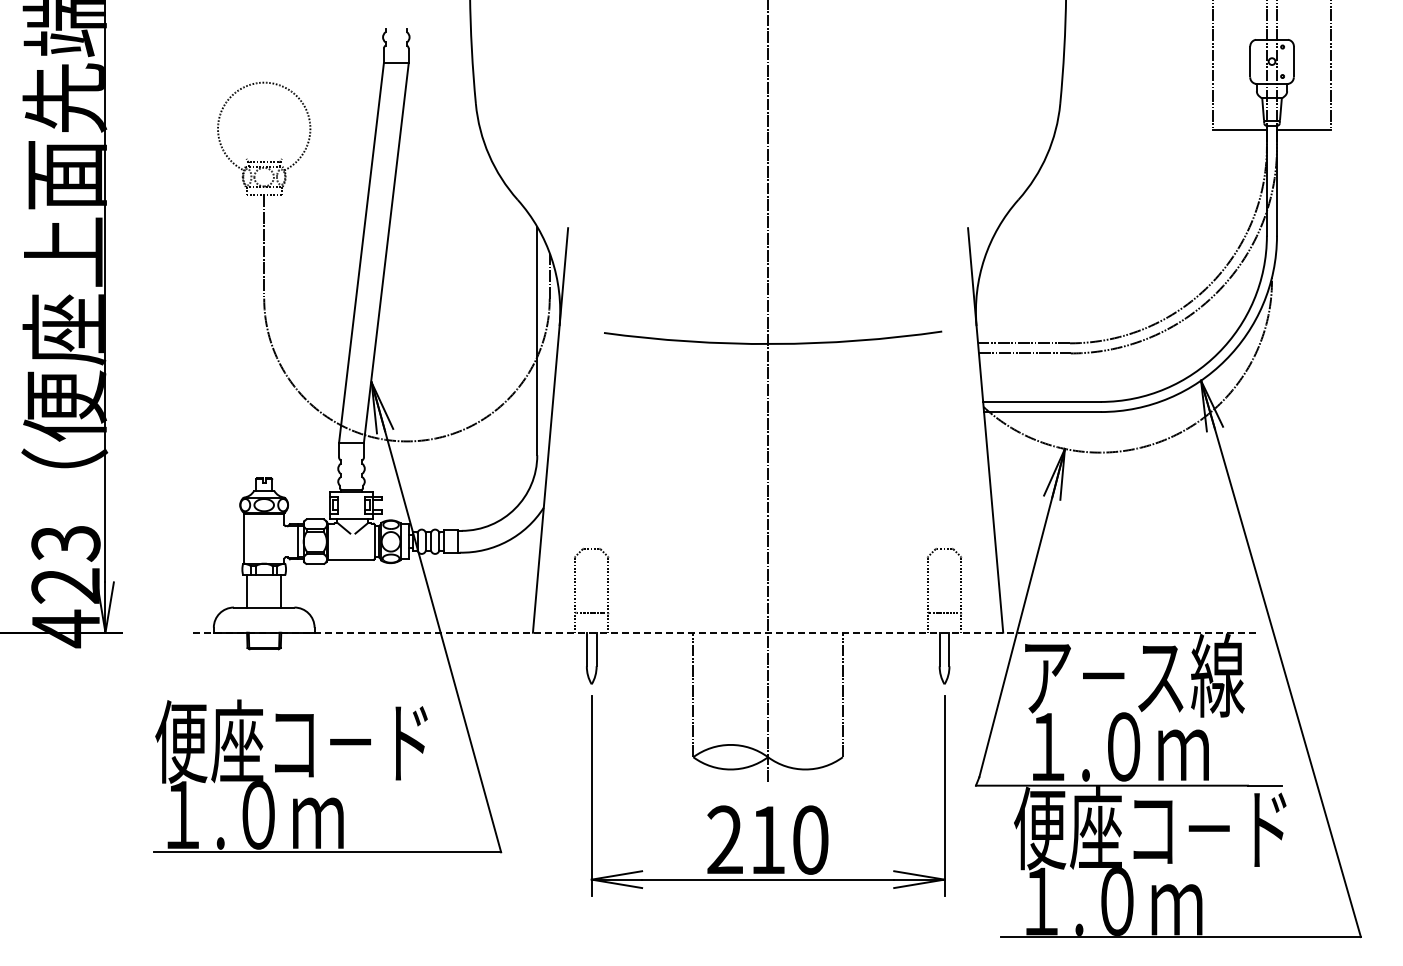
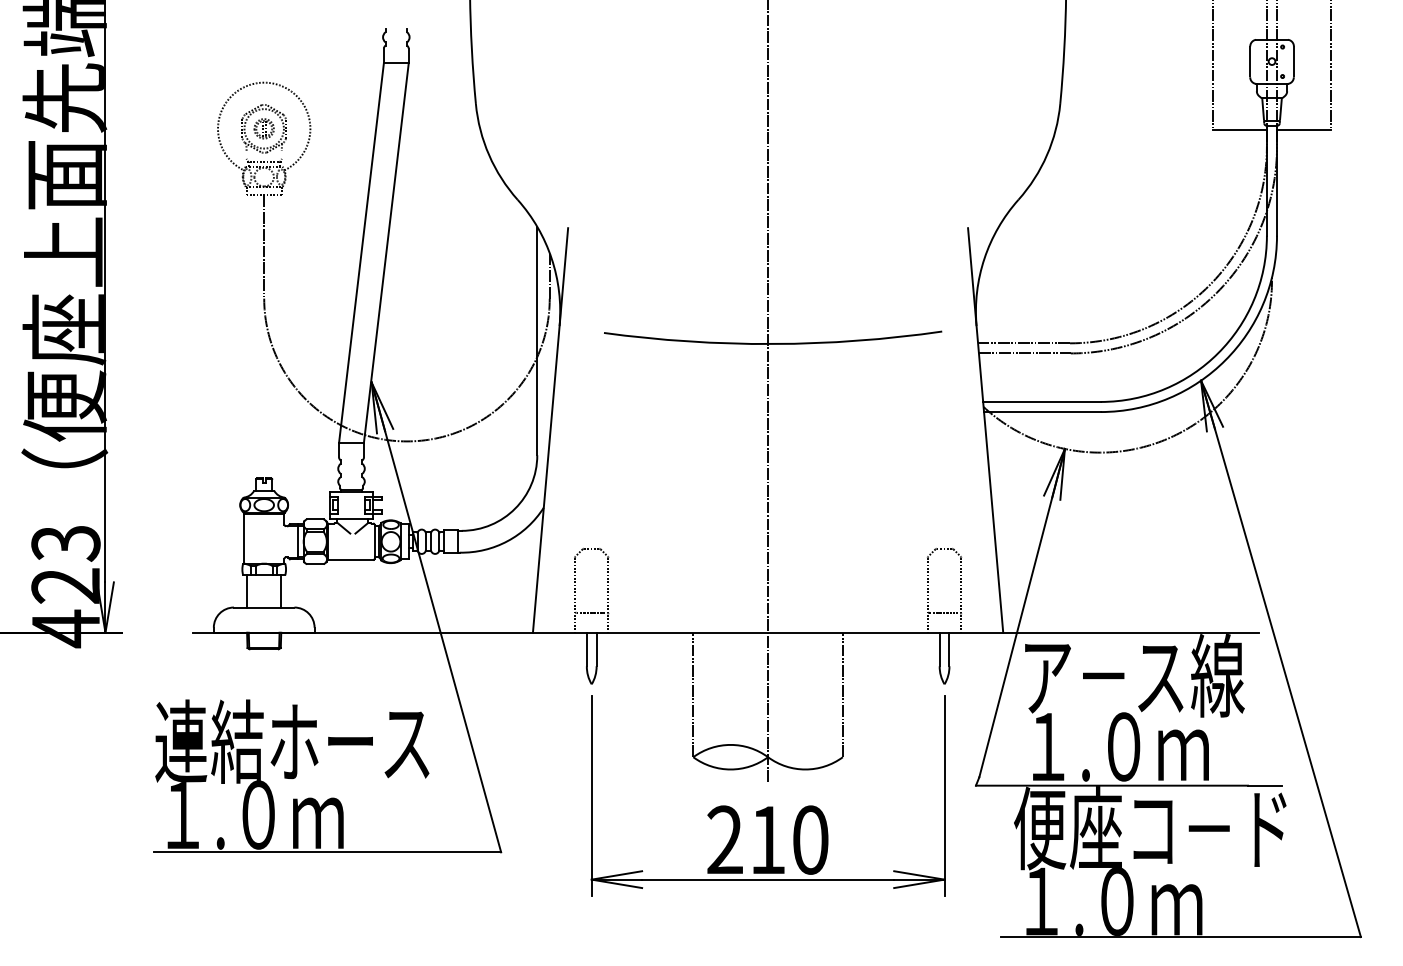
part at (263, 128): none -> present
line at (726, 632): dashed -> solid
text at (292, 741): 便座コ－ド -> 連結ホース
